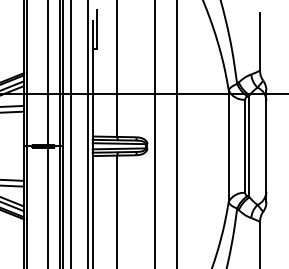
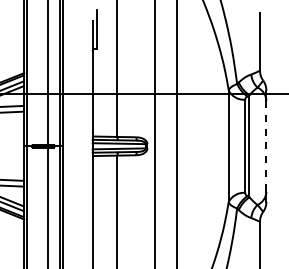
line at (70, 133): present -> none
line at (88, 133): present -> none
line at (266, 146): solid -> dashed
